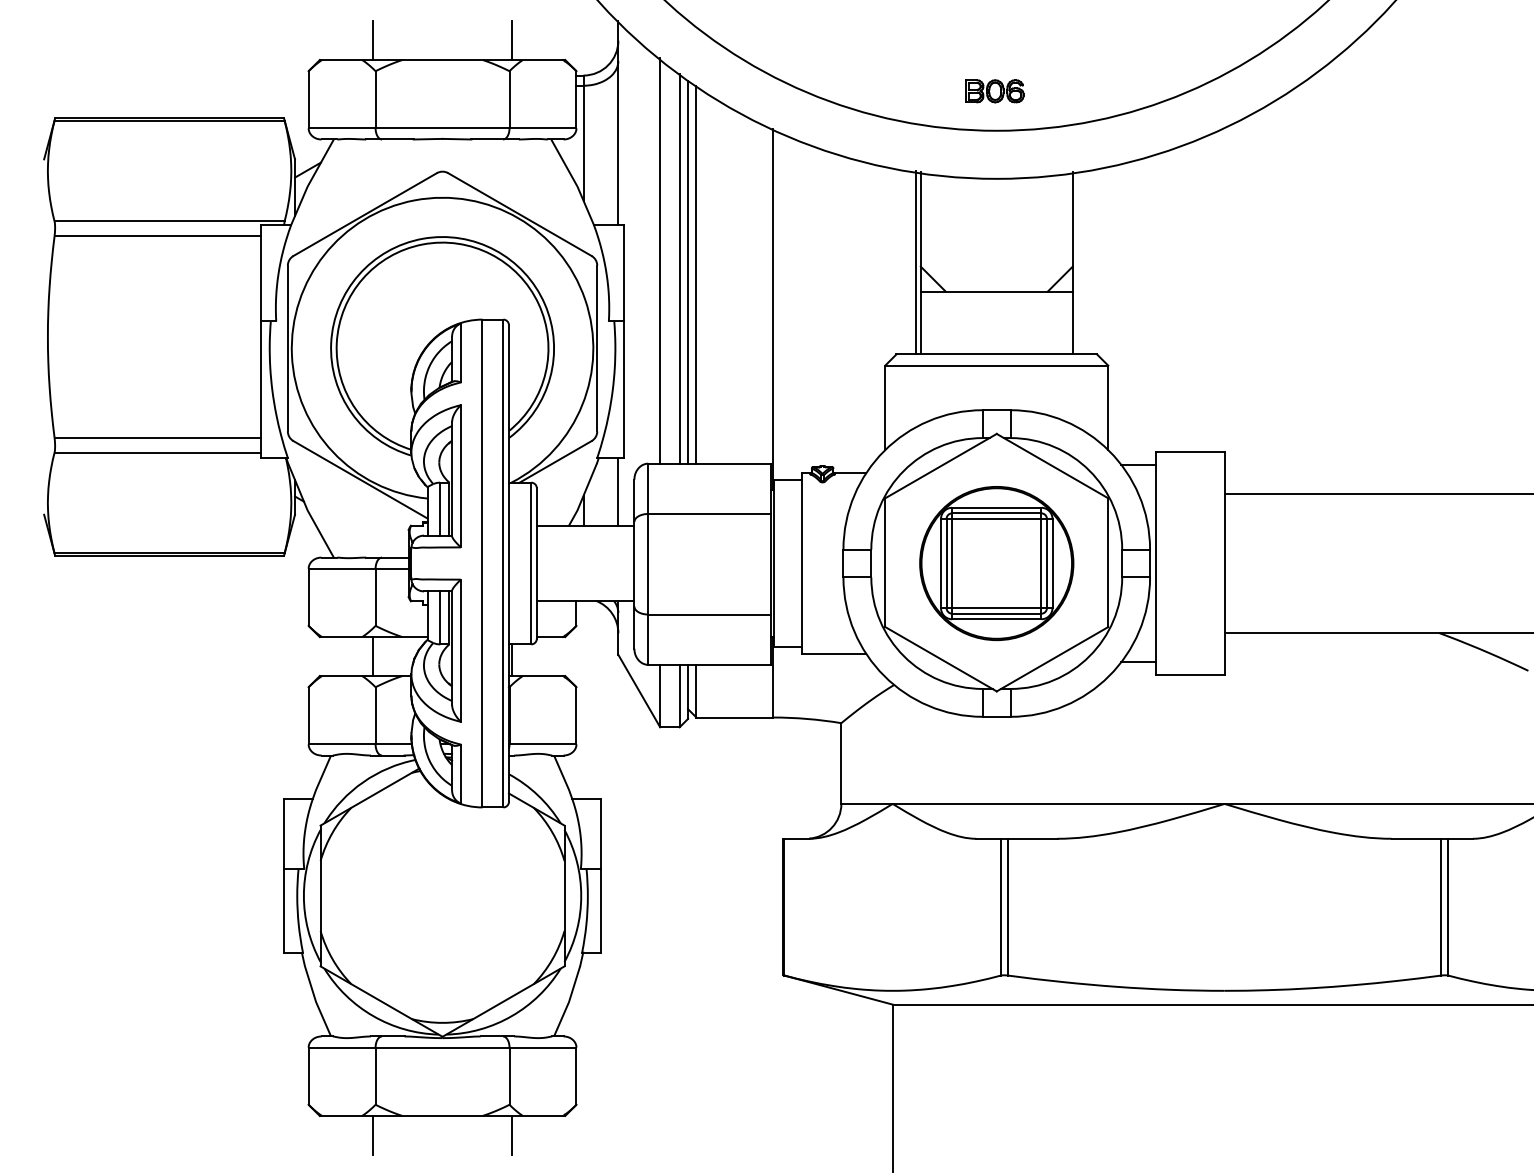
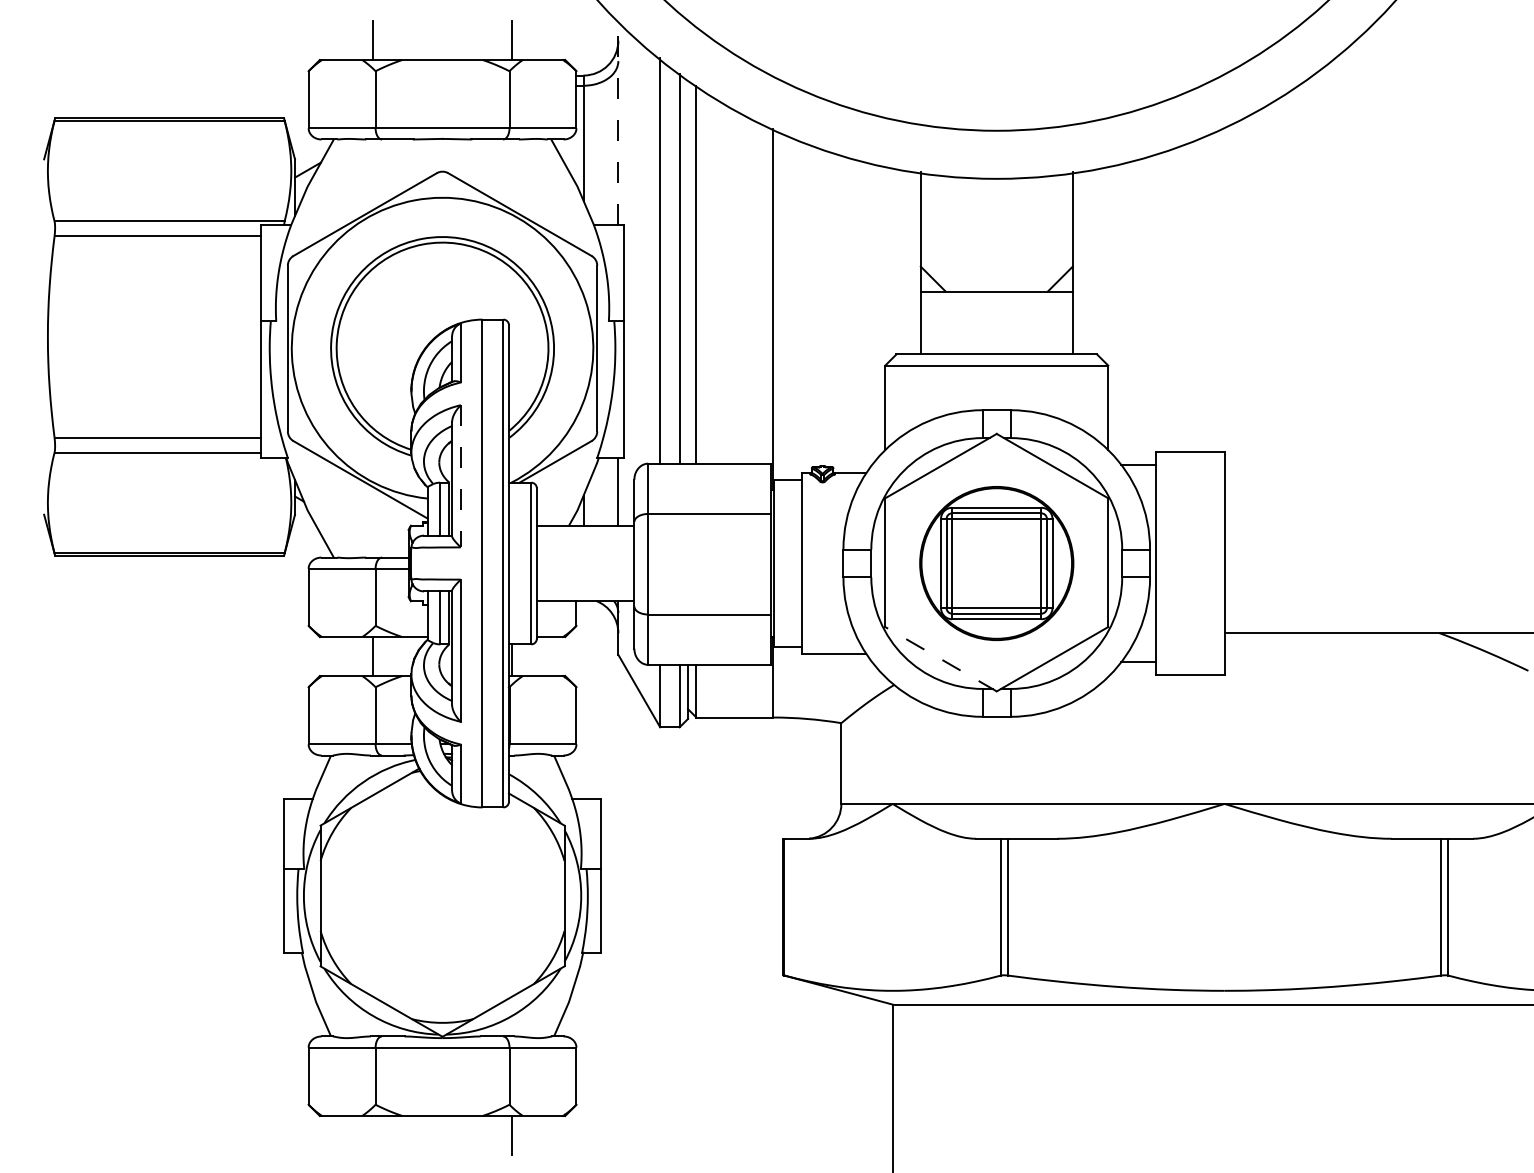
part at (994, 91): present -> none
line at (618, 122): solid -> dashed
line at (915, 262): present -> none
line at (688, 271): present -> none
line at (460, 476): solid -> dashed
line at (1377, 493): present -> none
line at (940, 658): solid -> dashed
line at (372, 1134): present -> none
